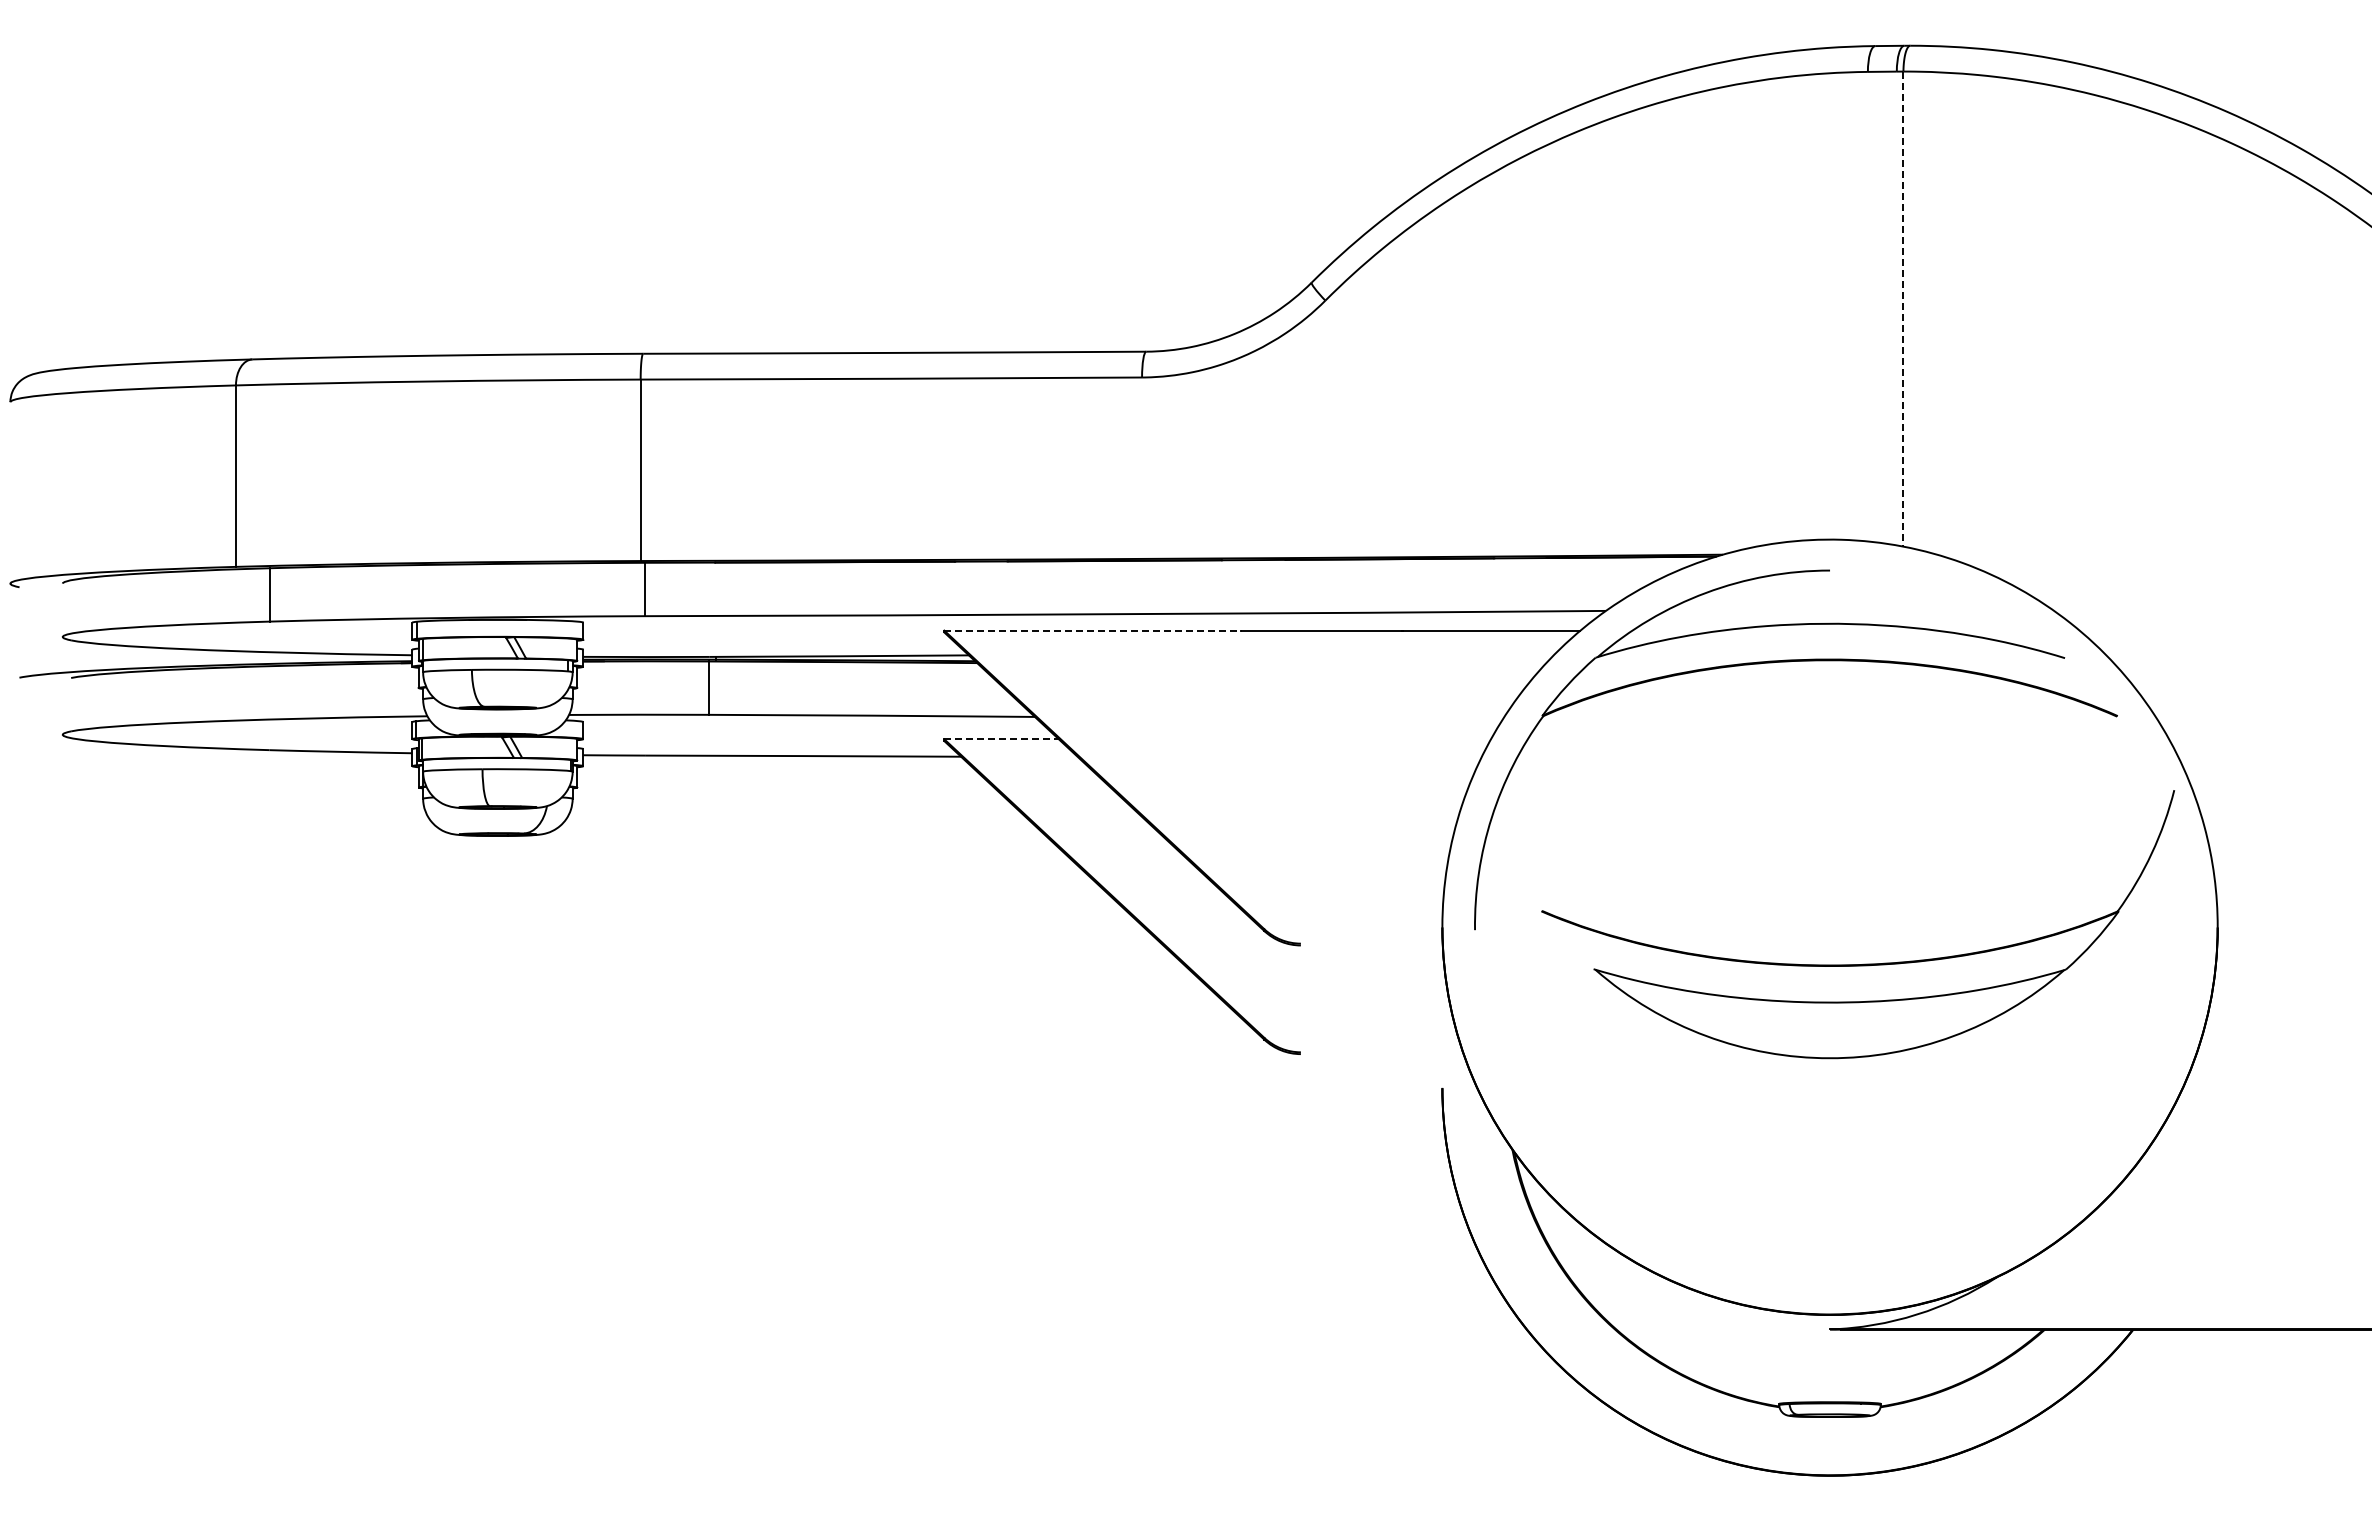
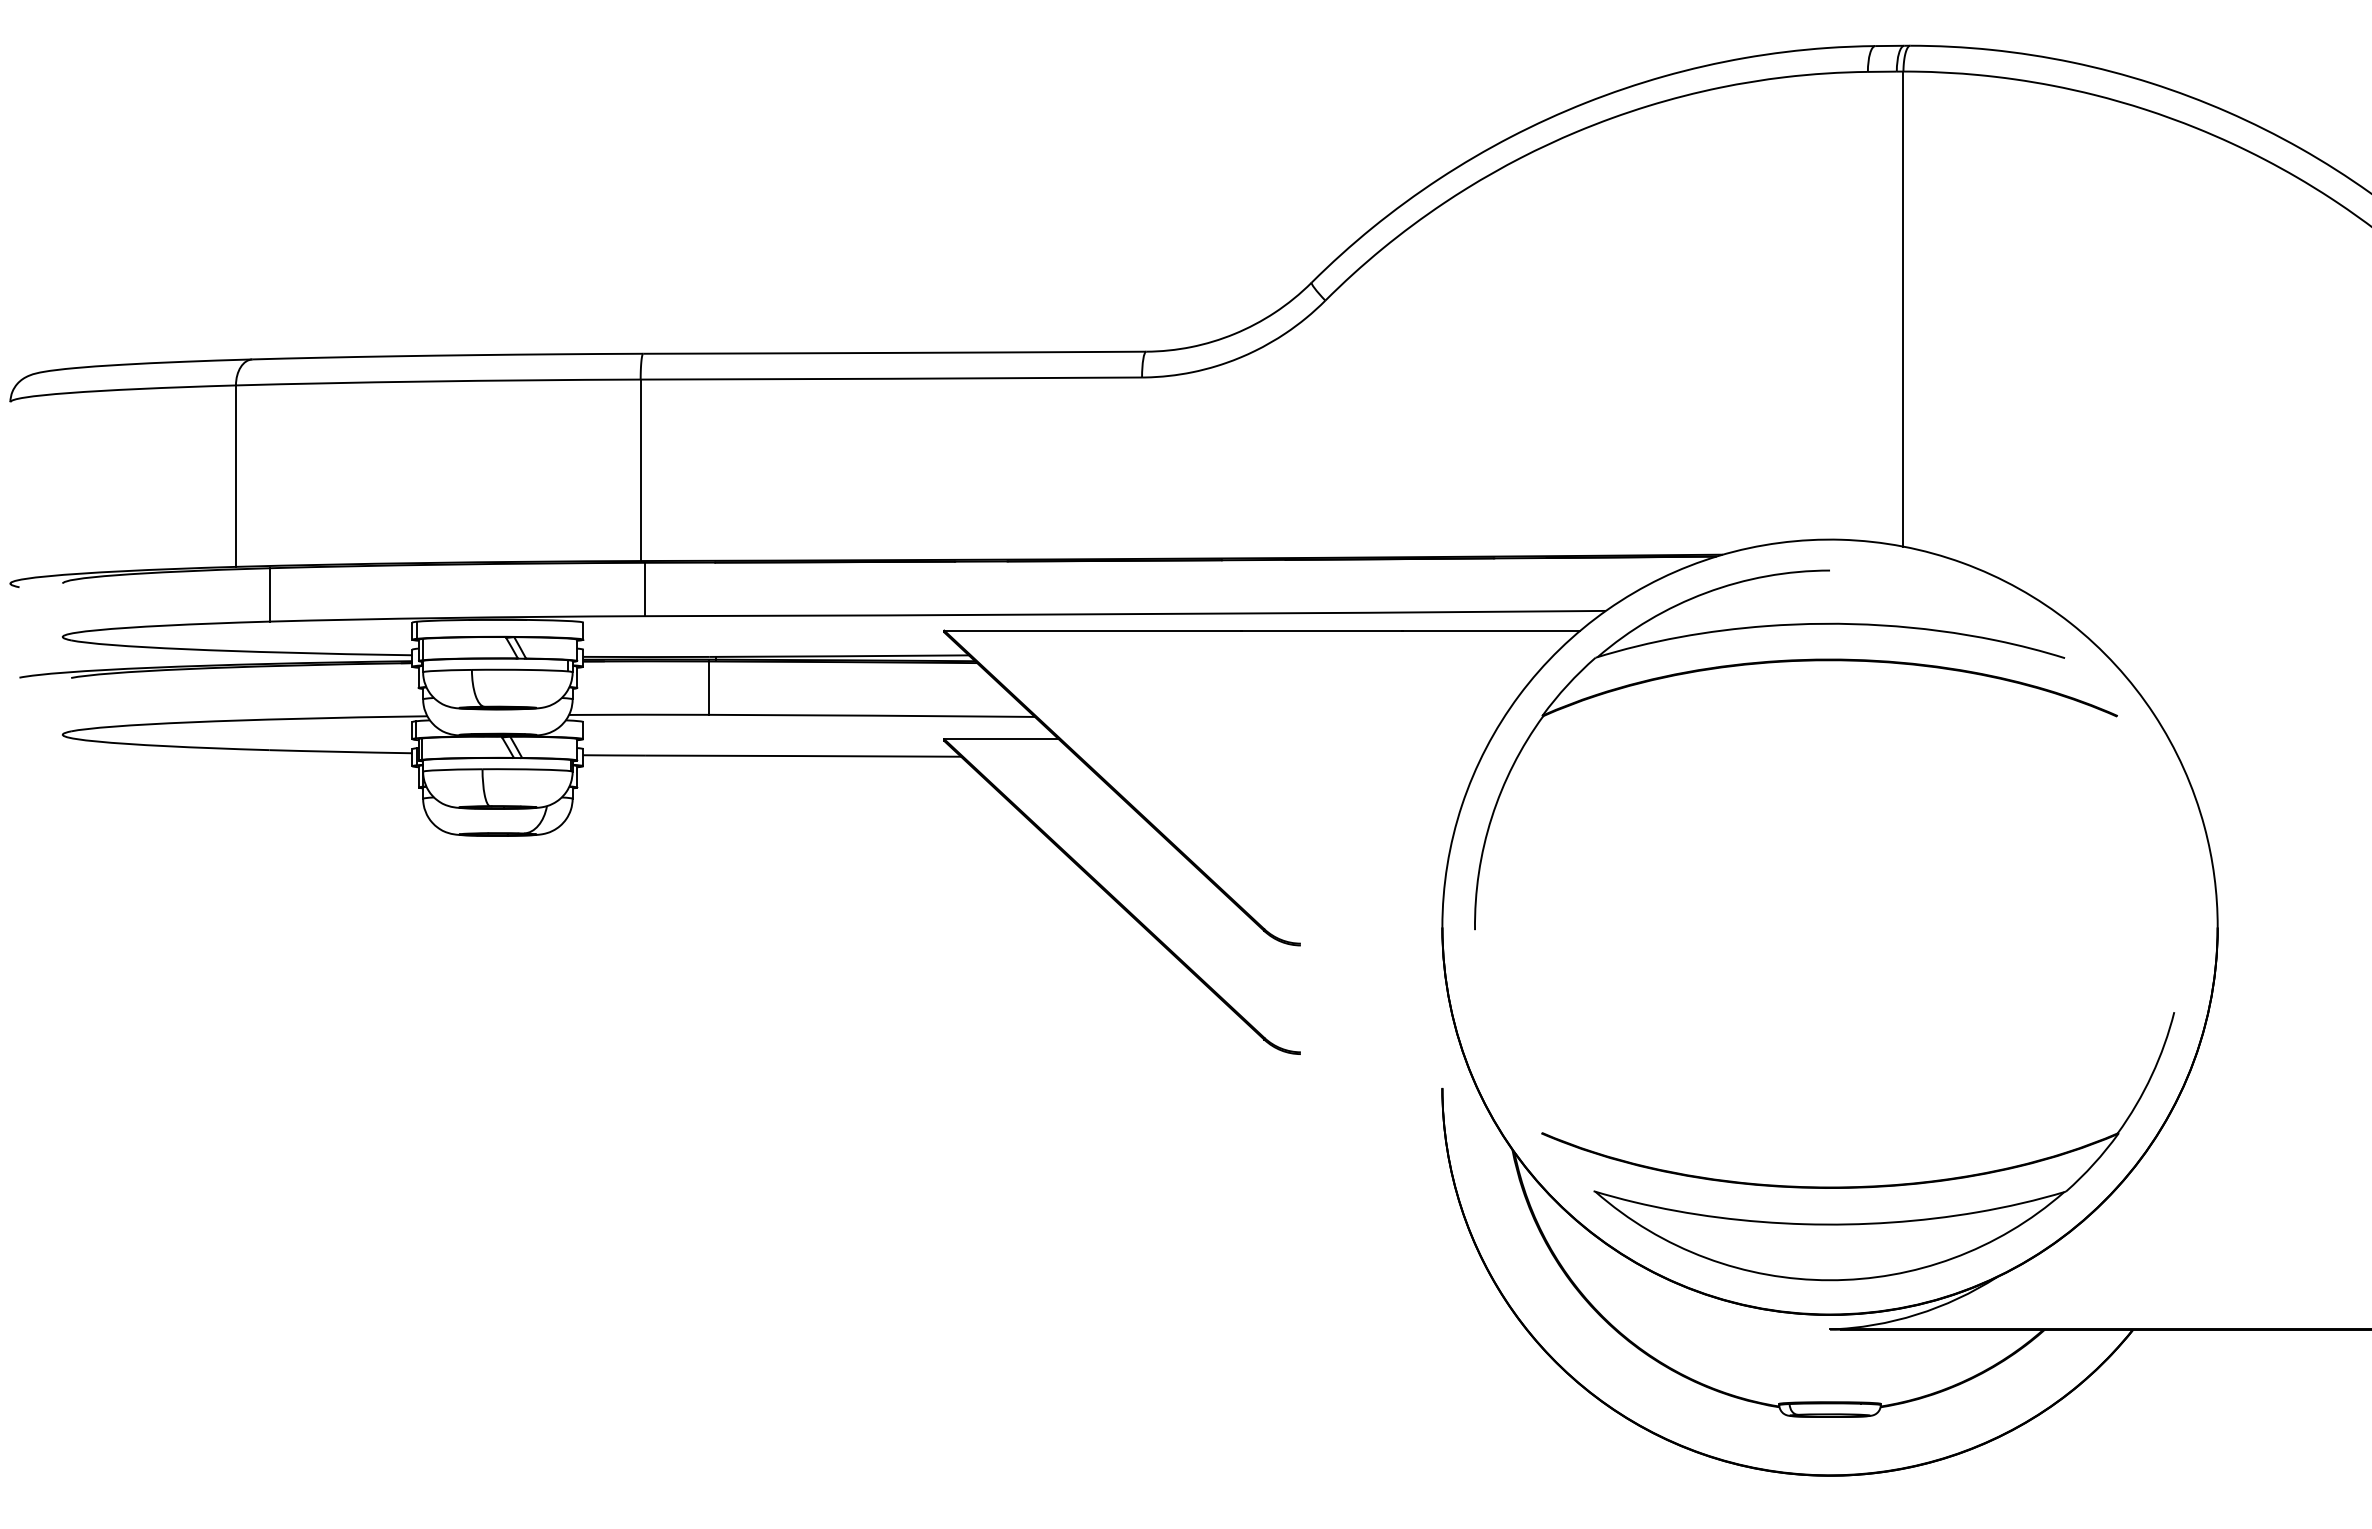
line at (1903, 309): dashed -> solid
line at (1093, 630): dashed -> solid
line at (1002, 739): dashed -> solid
part at (1864, 963) position: (1864, 963) -> (1864, 1185)
